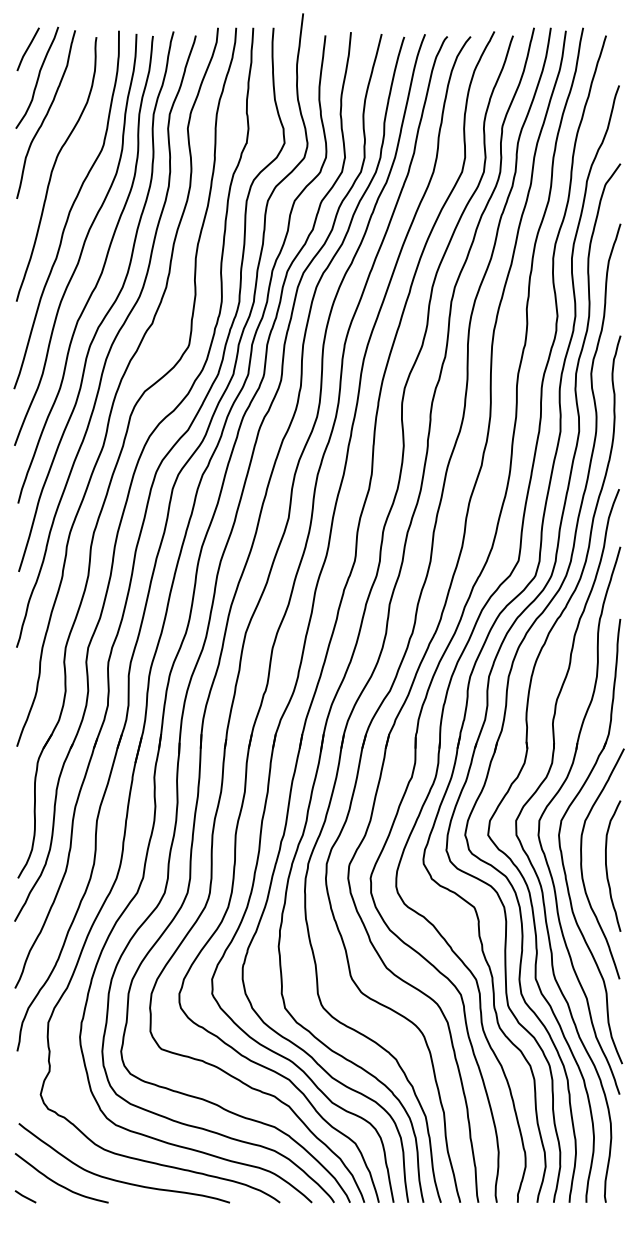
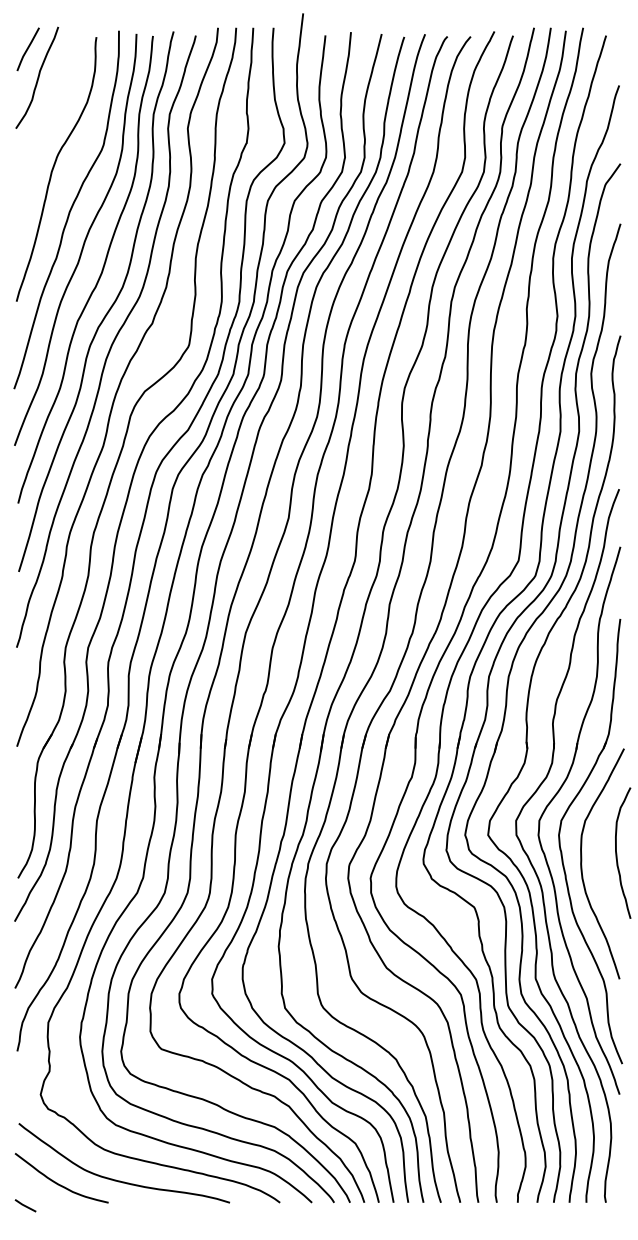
curve at (45, 114): present -> none
curve at (607, 866) position: (607, 866) -> (617, 853)
line at (25, 1196) position: (25, 1196) -> (25, 1205)
